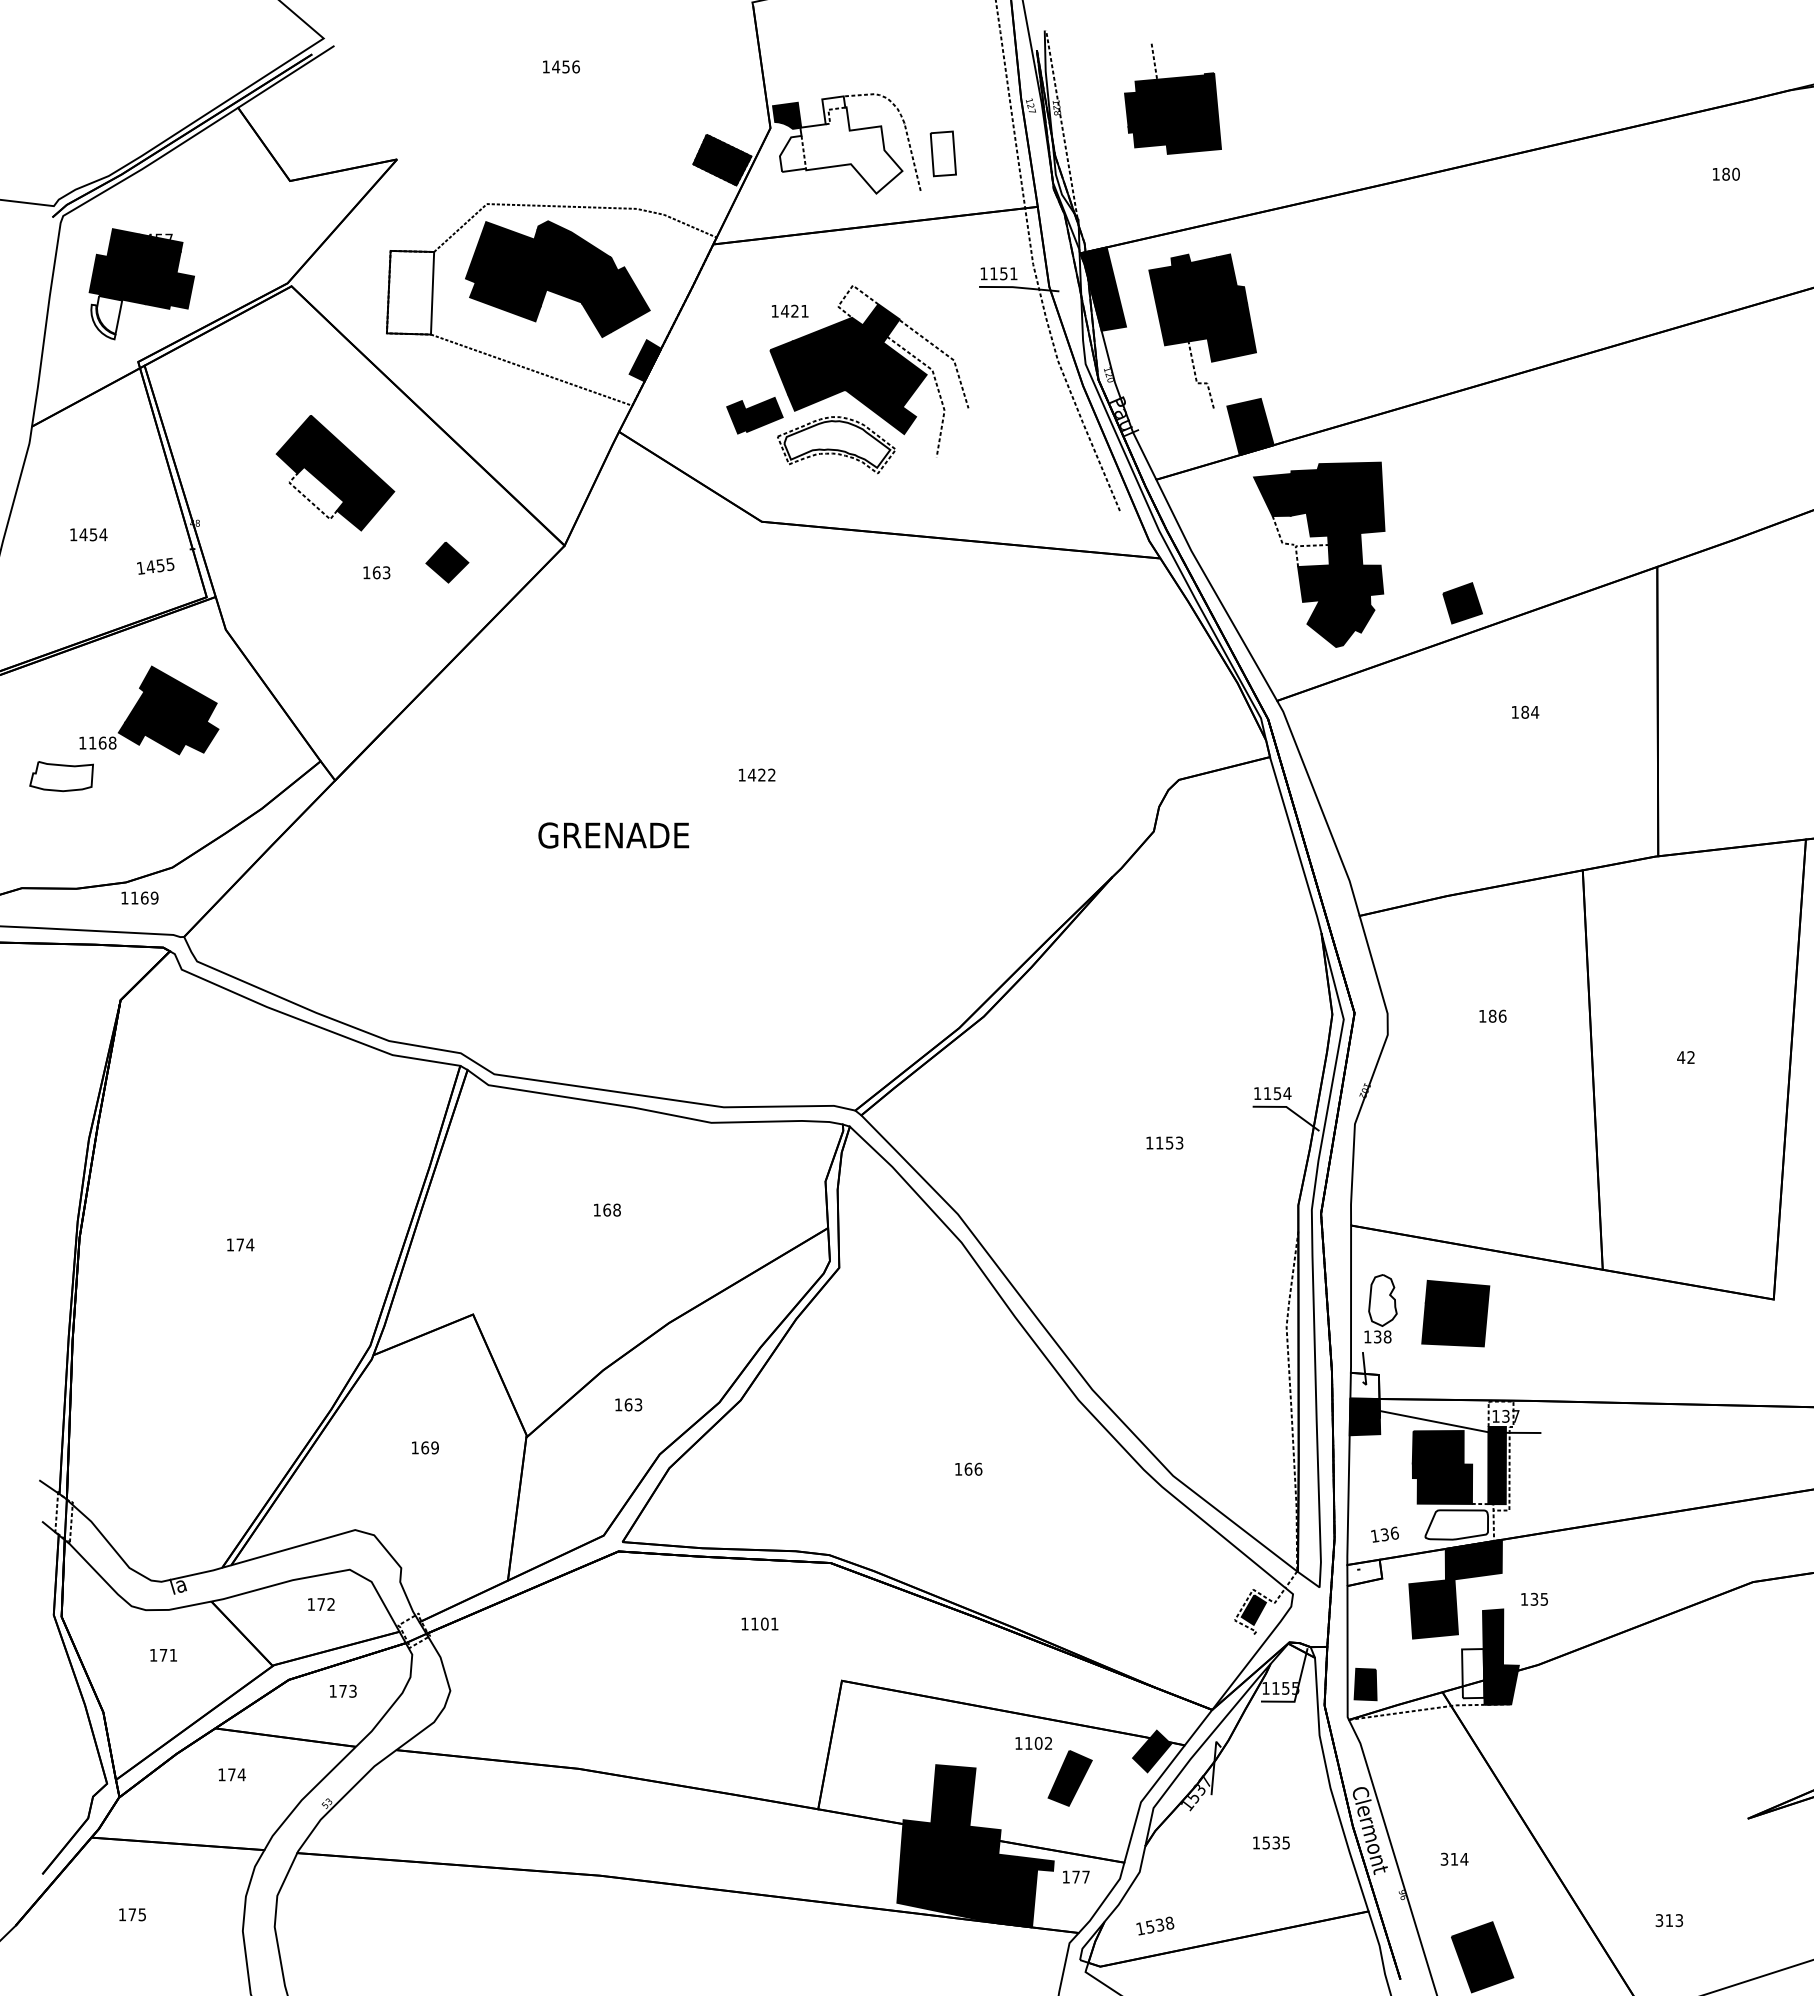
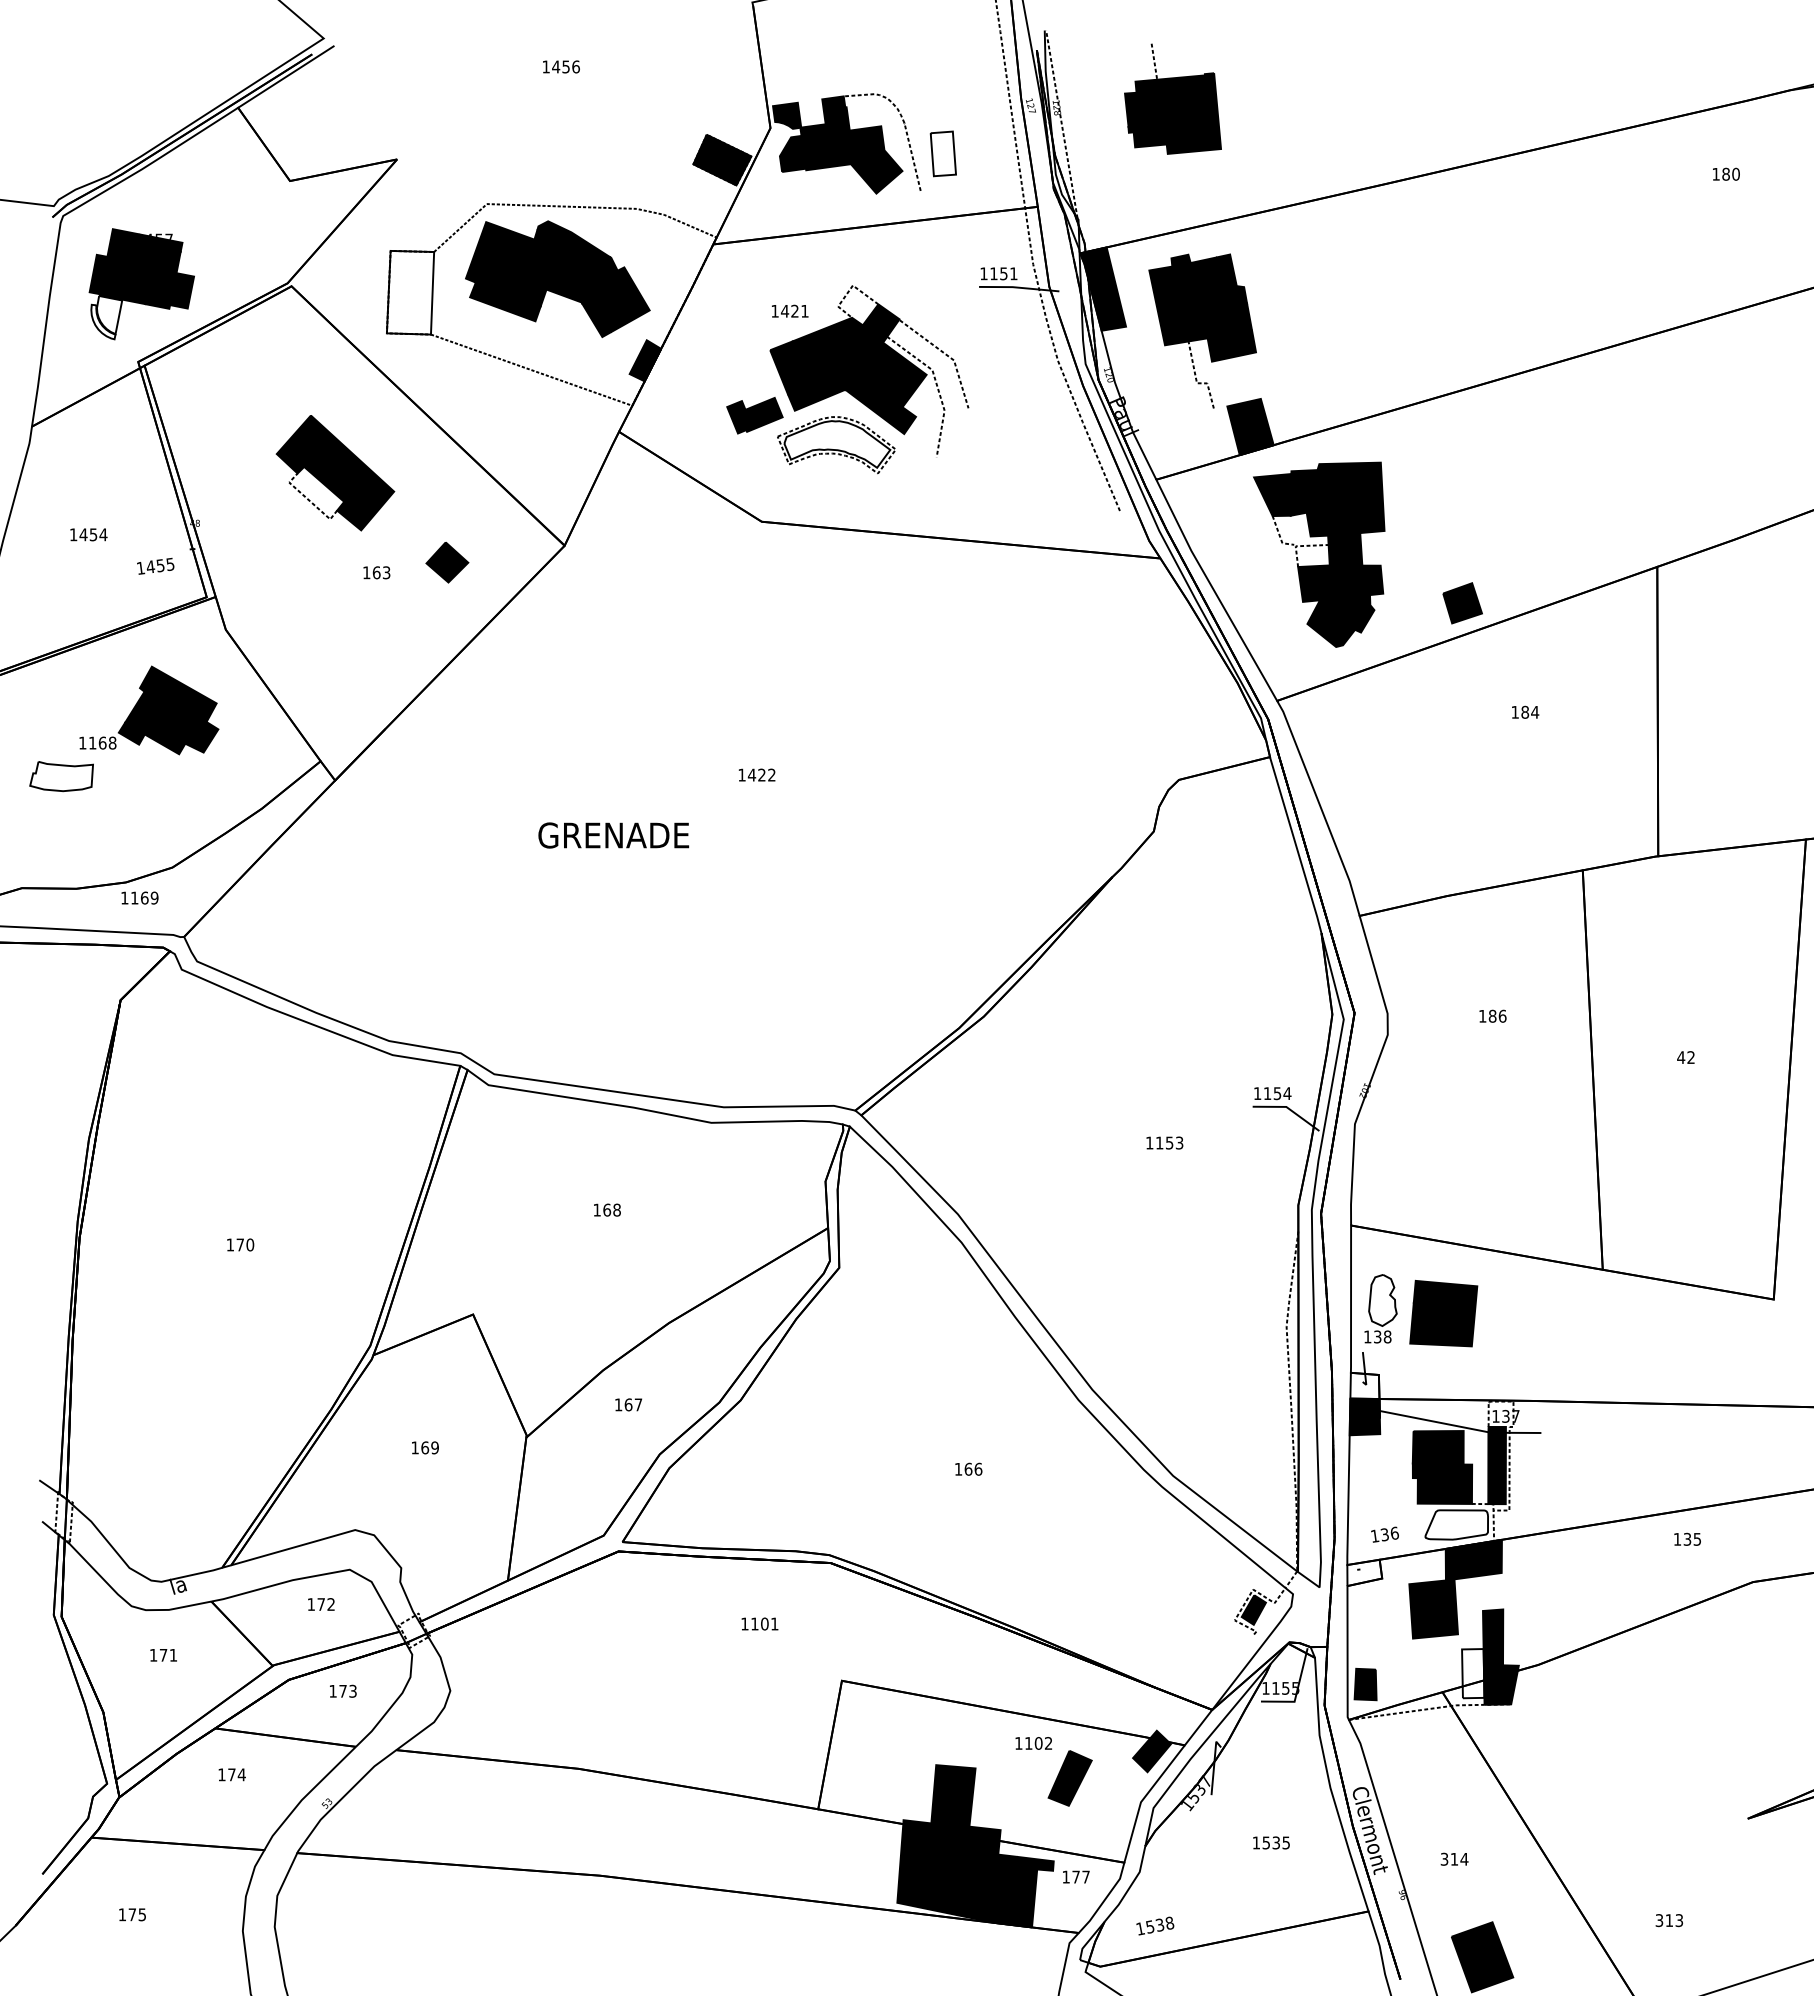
fill at (840, 144): none -> present
text at (250, 1244): 174 -> 170
part at (1455, 1313) position: (1455, 1313) -> (1443, 1313)
text at (638, 1404): 163 -> 167
text at (1534, 1598) position: (1534, 1598) -> (1687, 1538)
